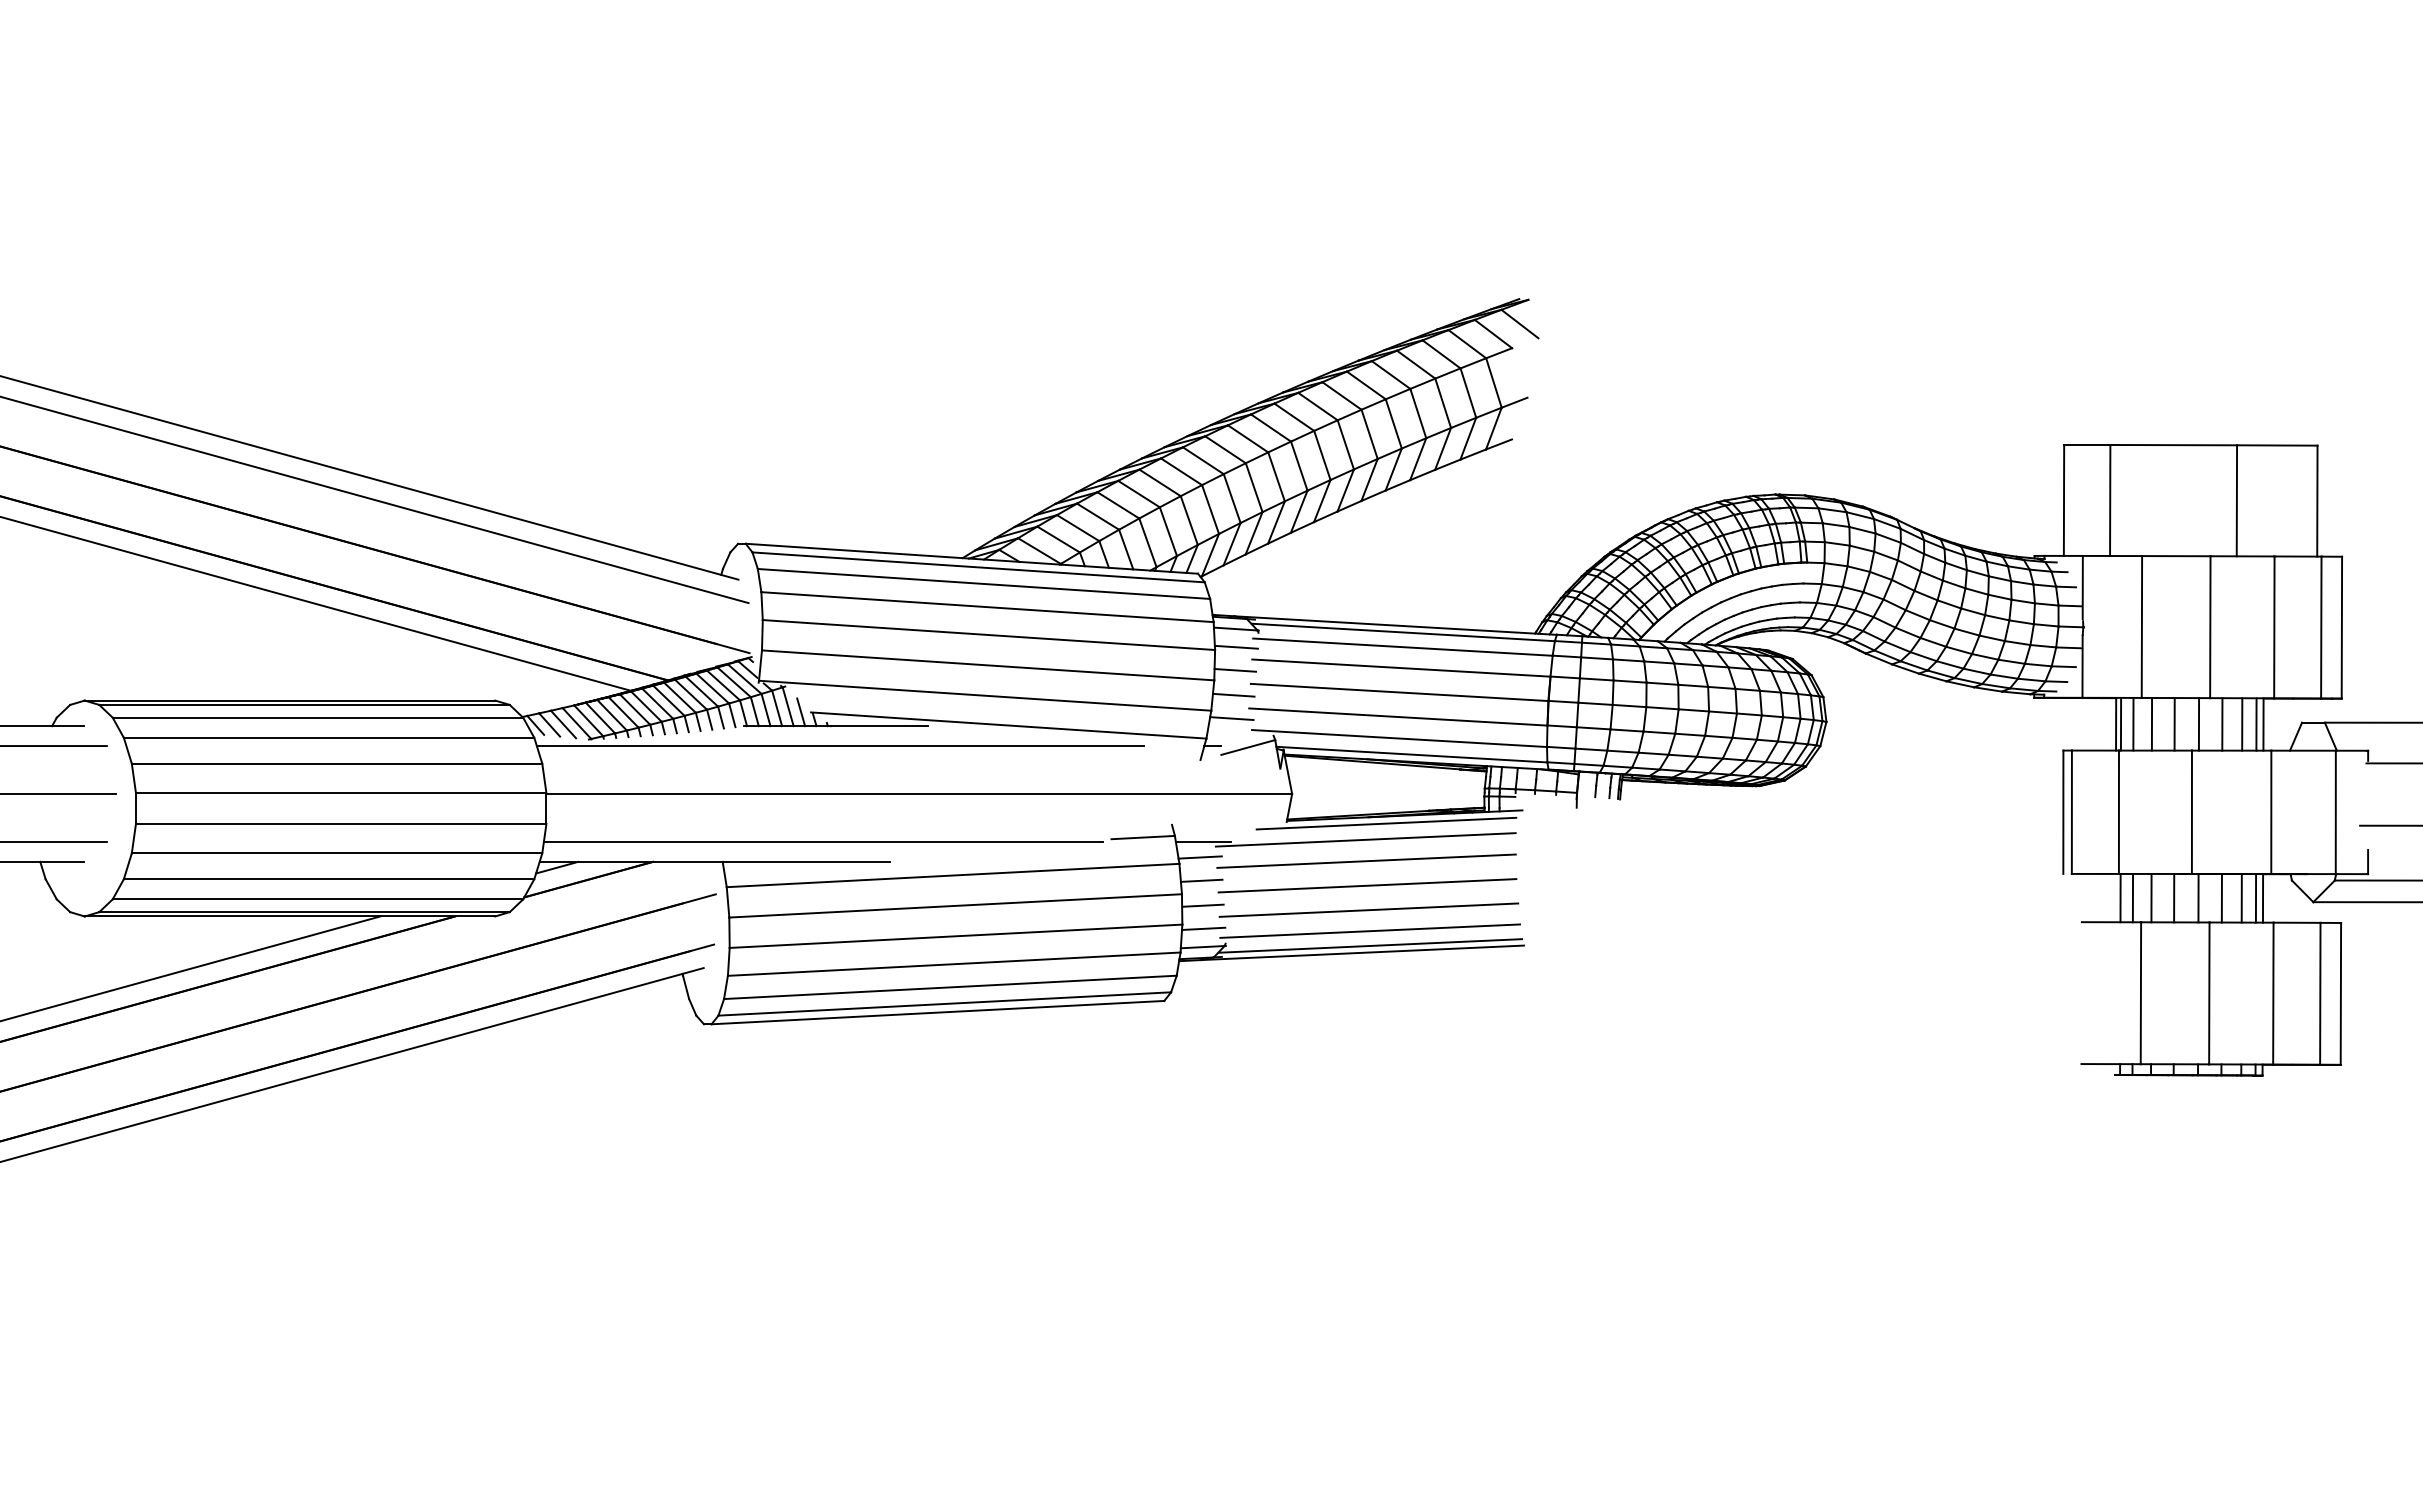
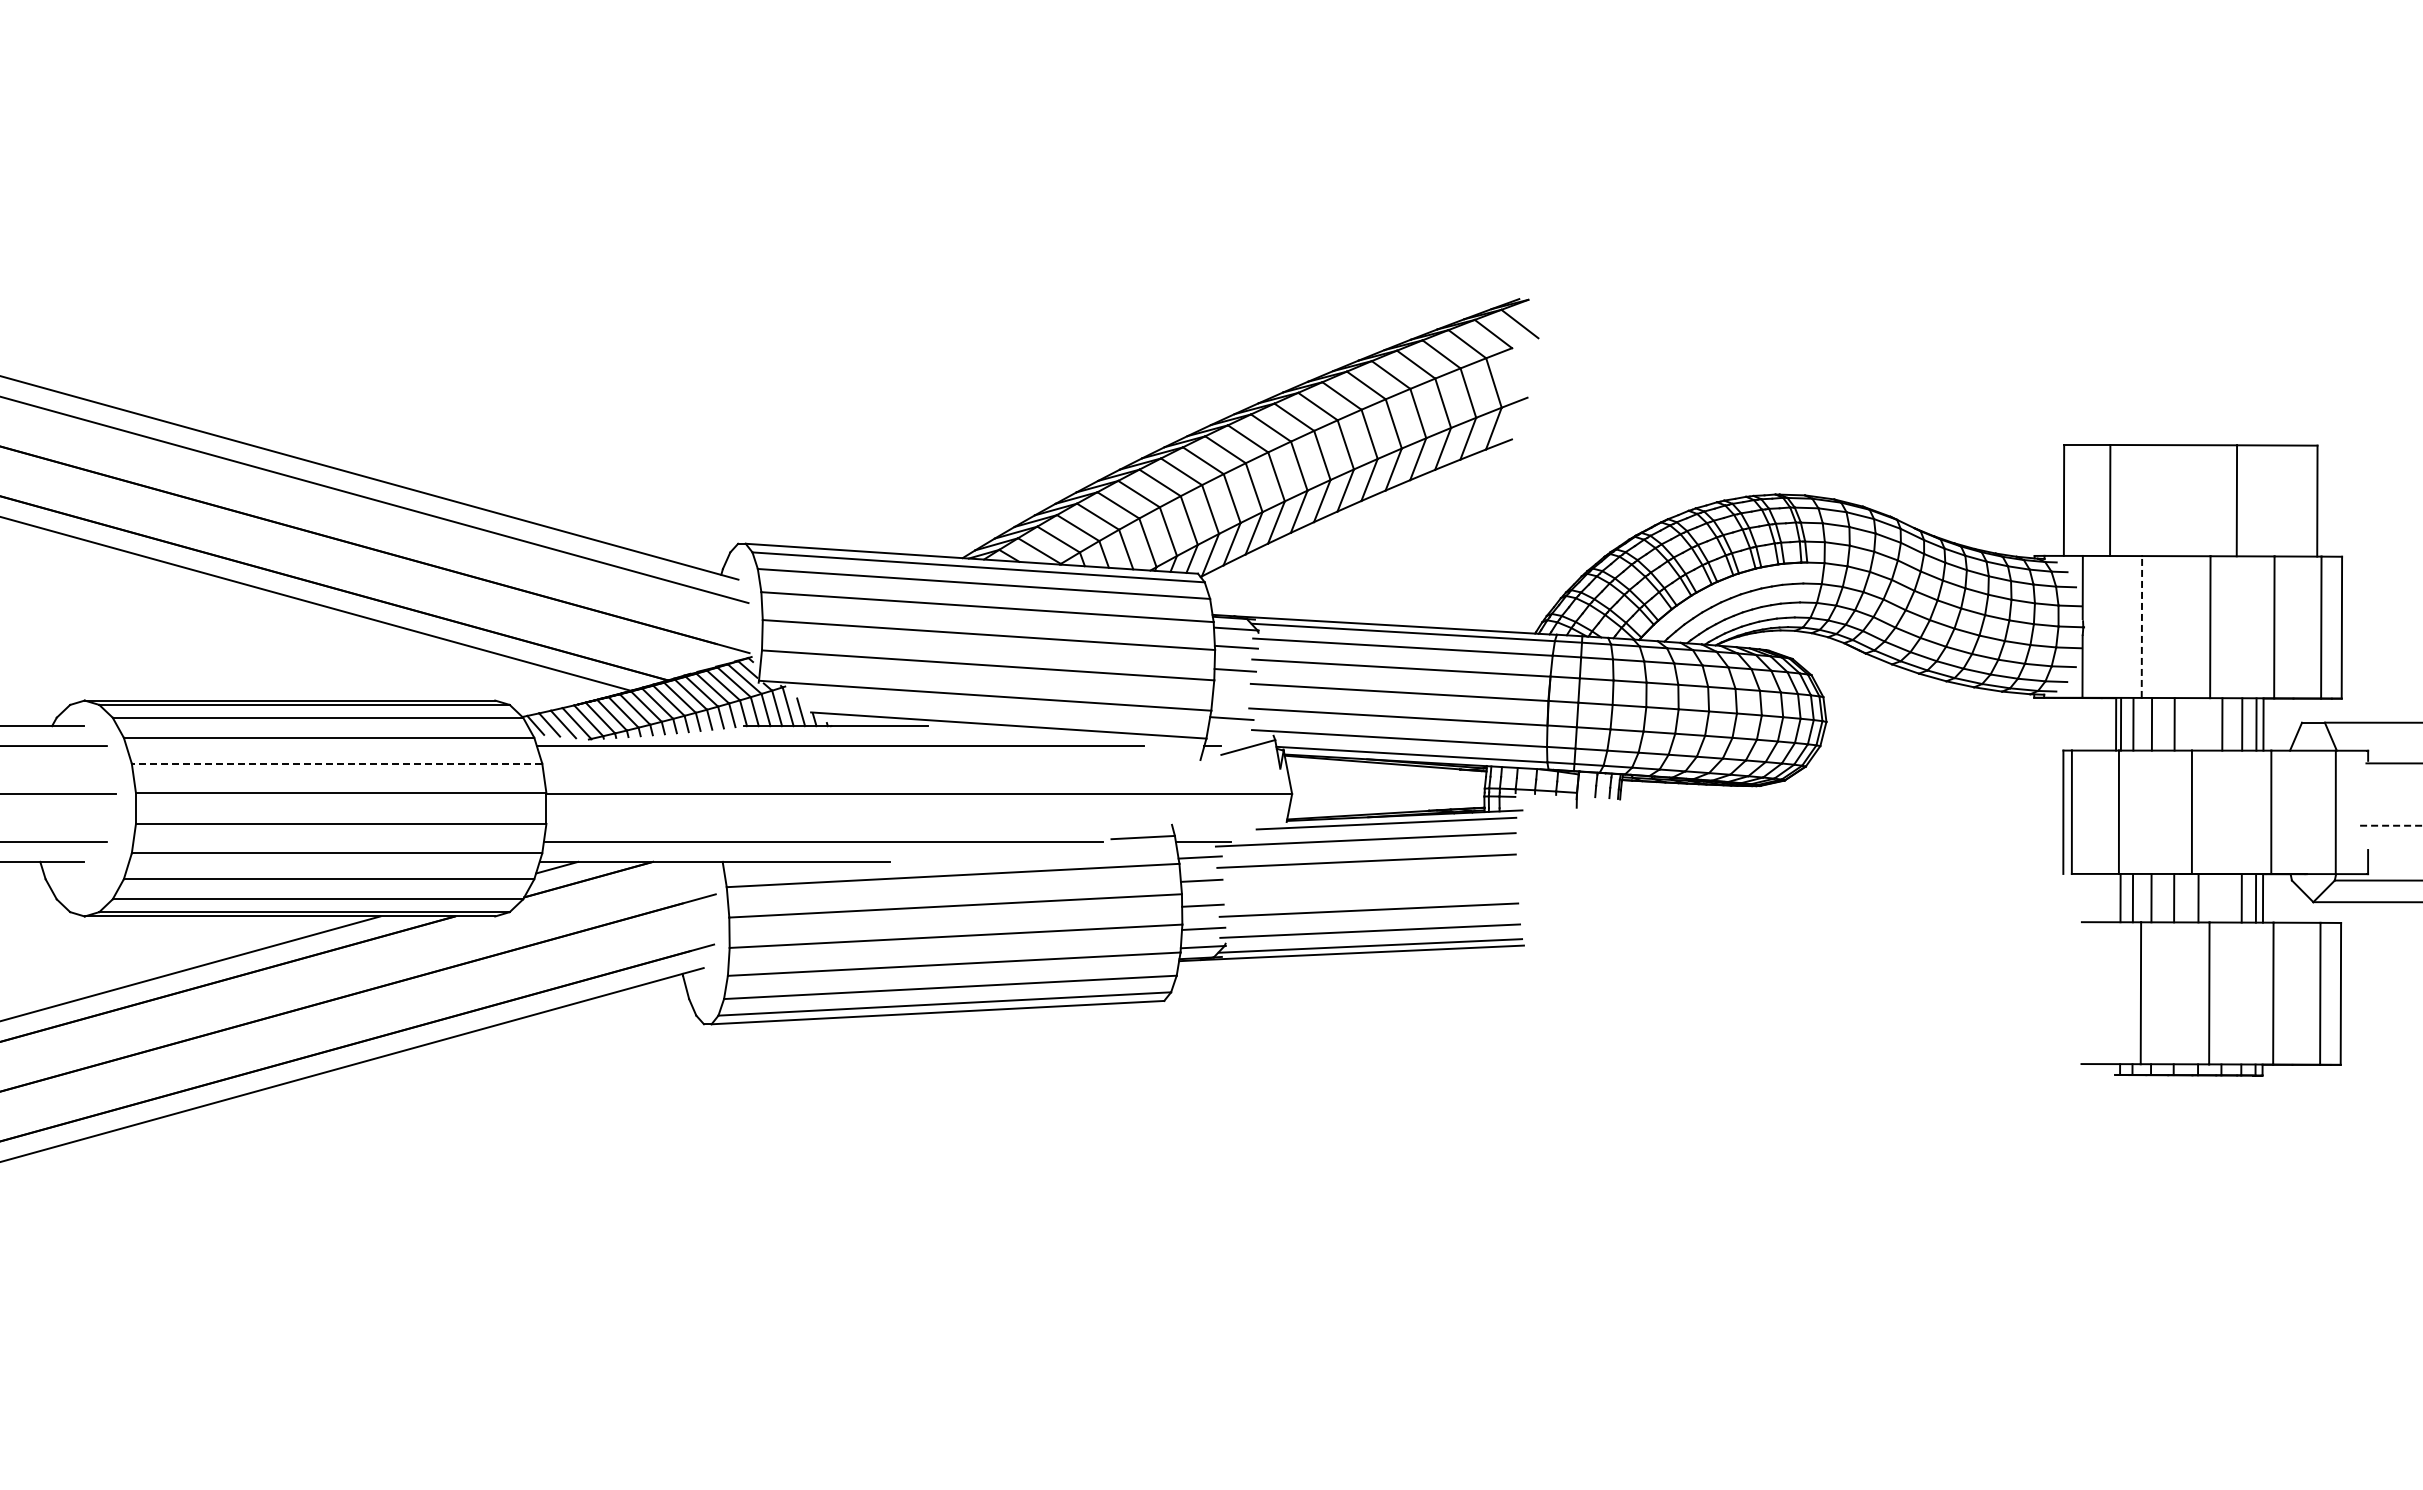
line at (2141, 627): solid -> dashed
line at (1233, 694): present -> none
line at (2198, 724): present -> none
line at (336, 763): solid -> dashed
line at (2391, 825): solid -> dashed
line at (1367, 885): present -> none
line at (2221, 898): present -> none
